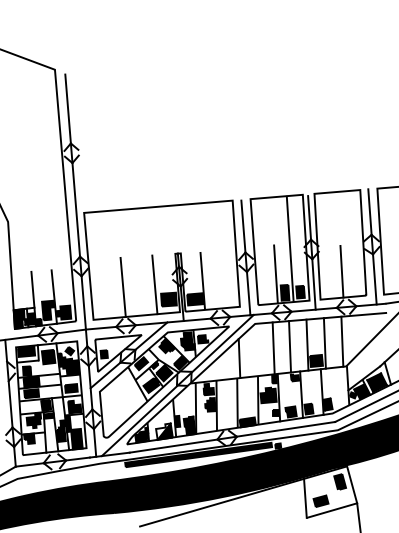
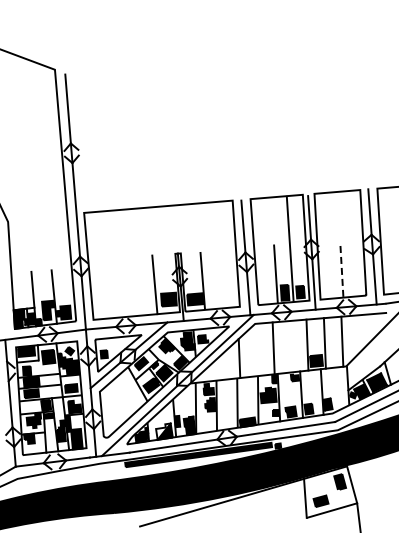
line at (341, 271): solid -> dashed
line at (122, 286): present -> none
line at (290, 346): present -> none
